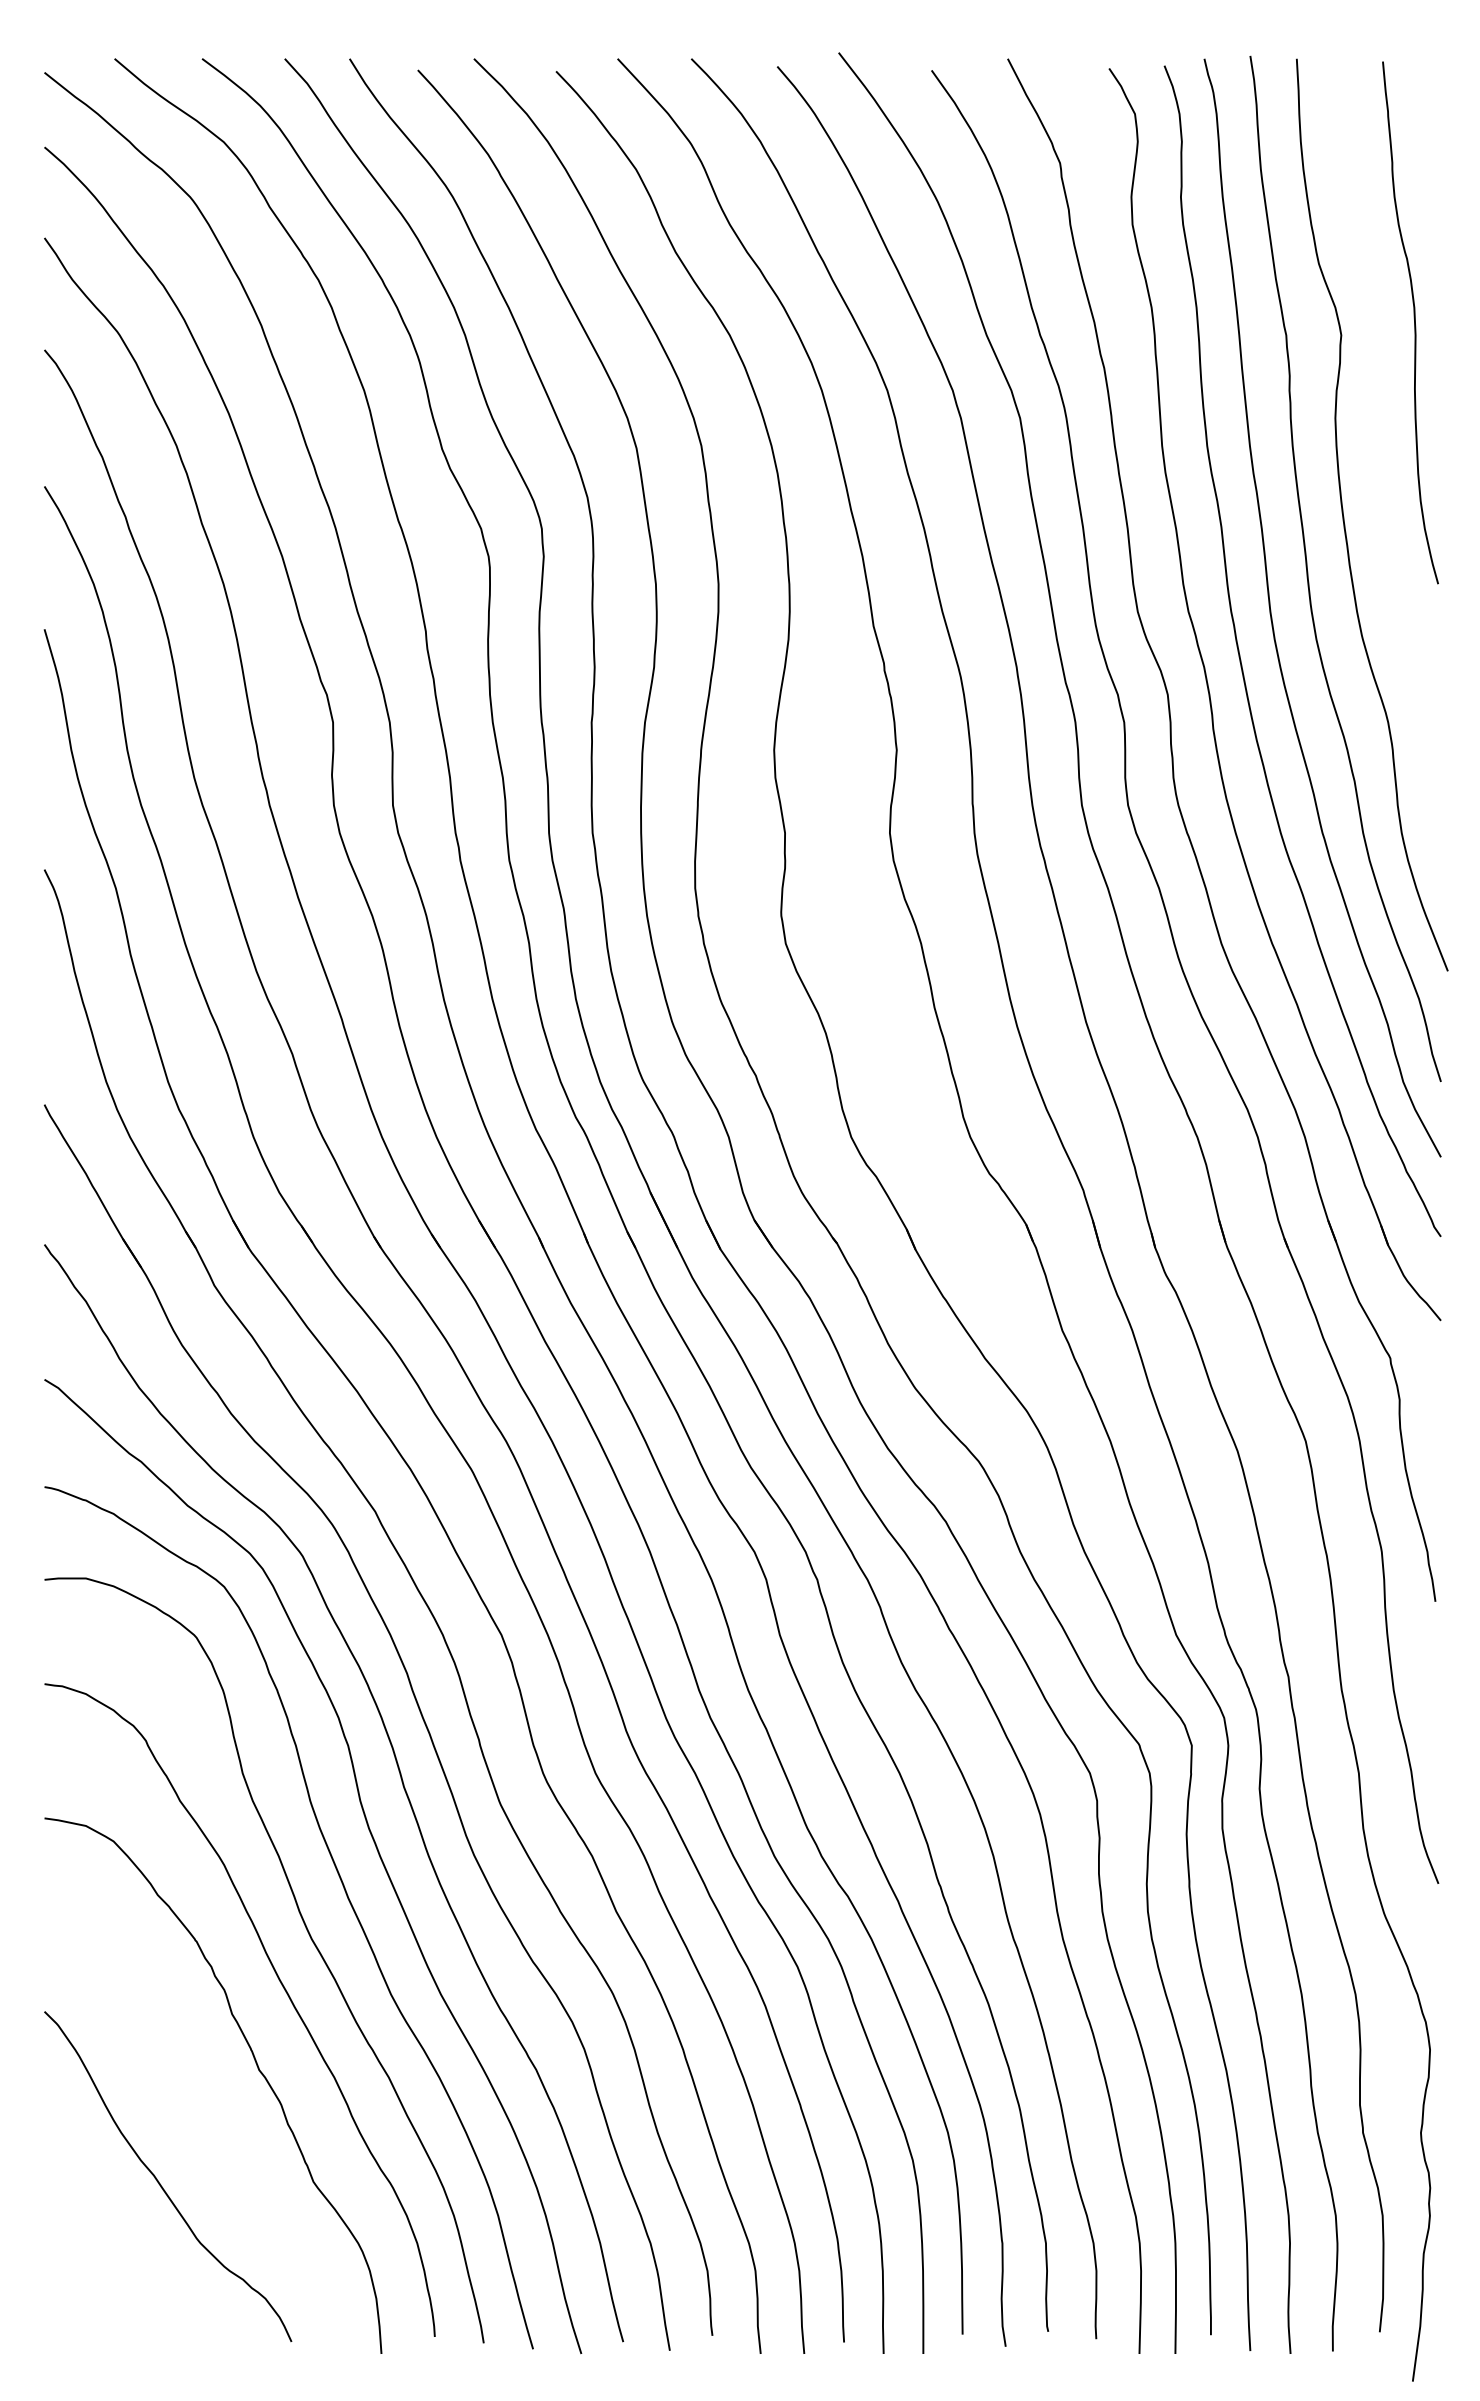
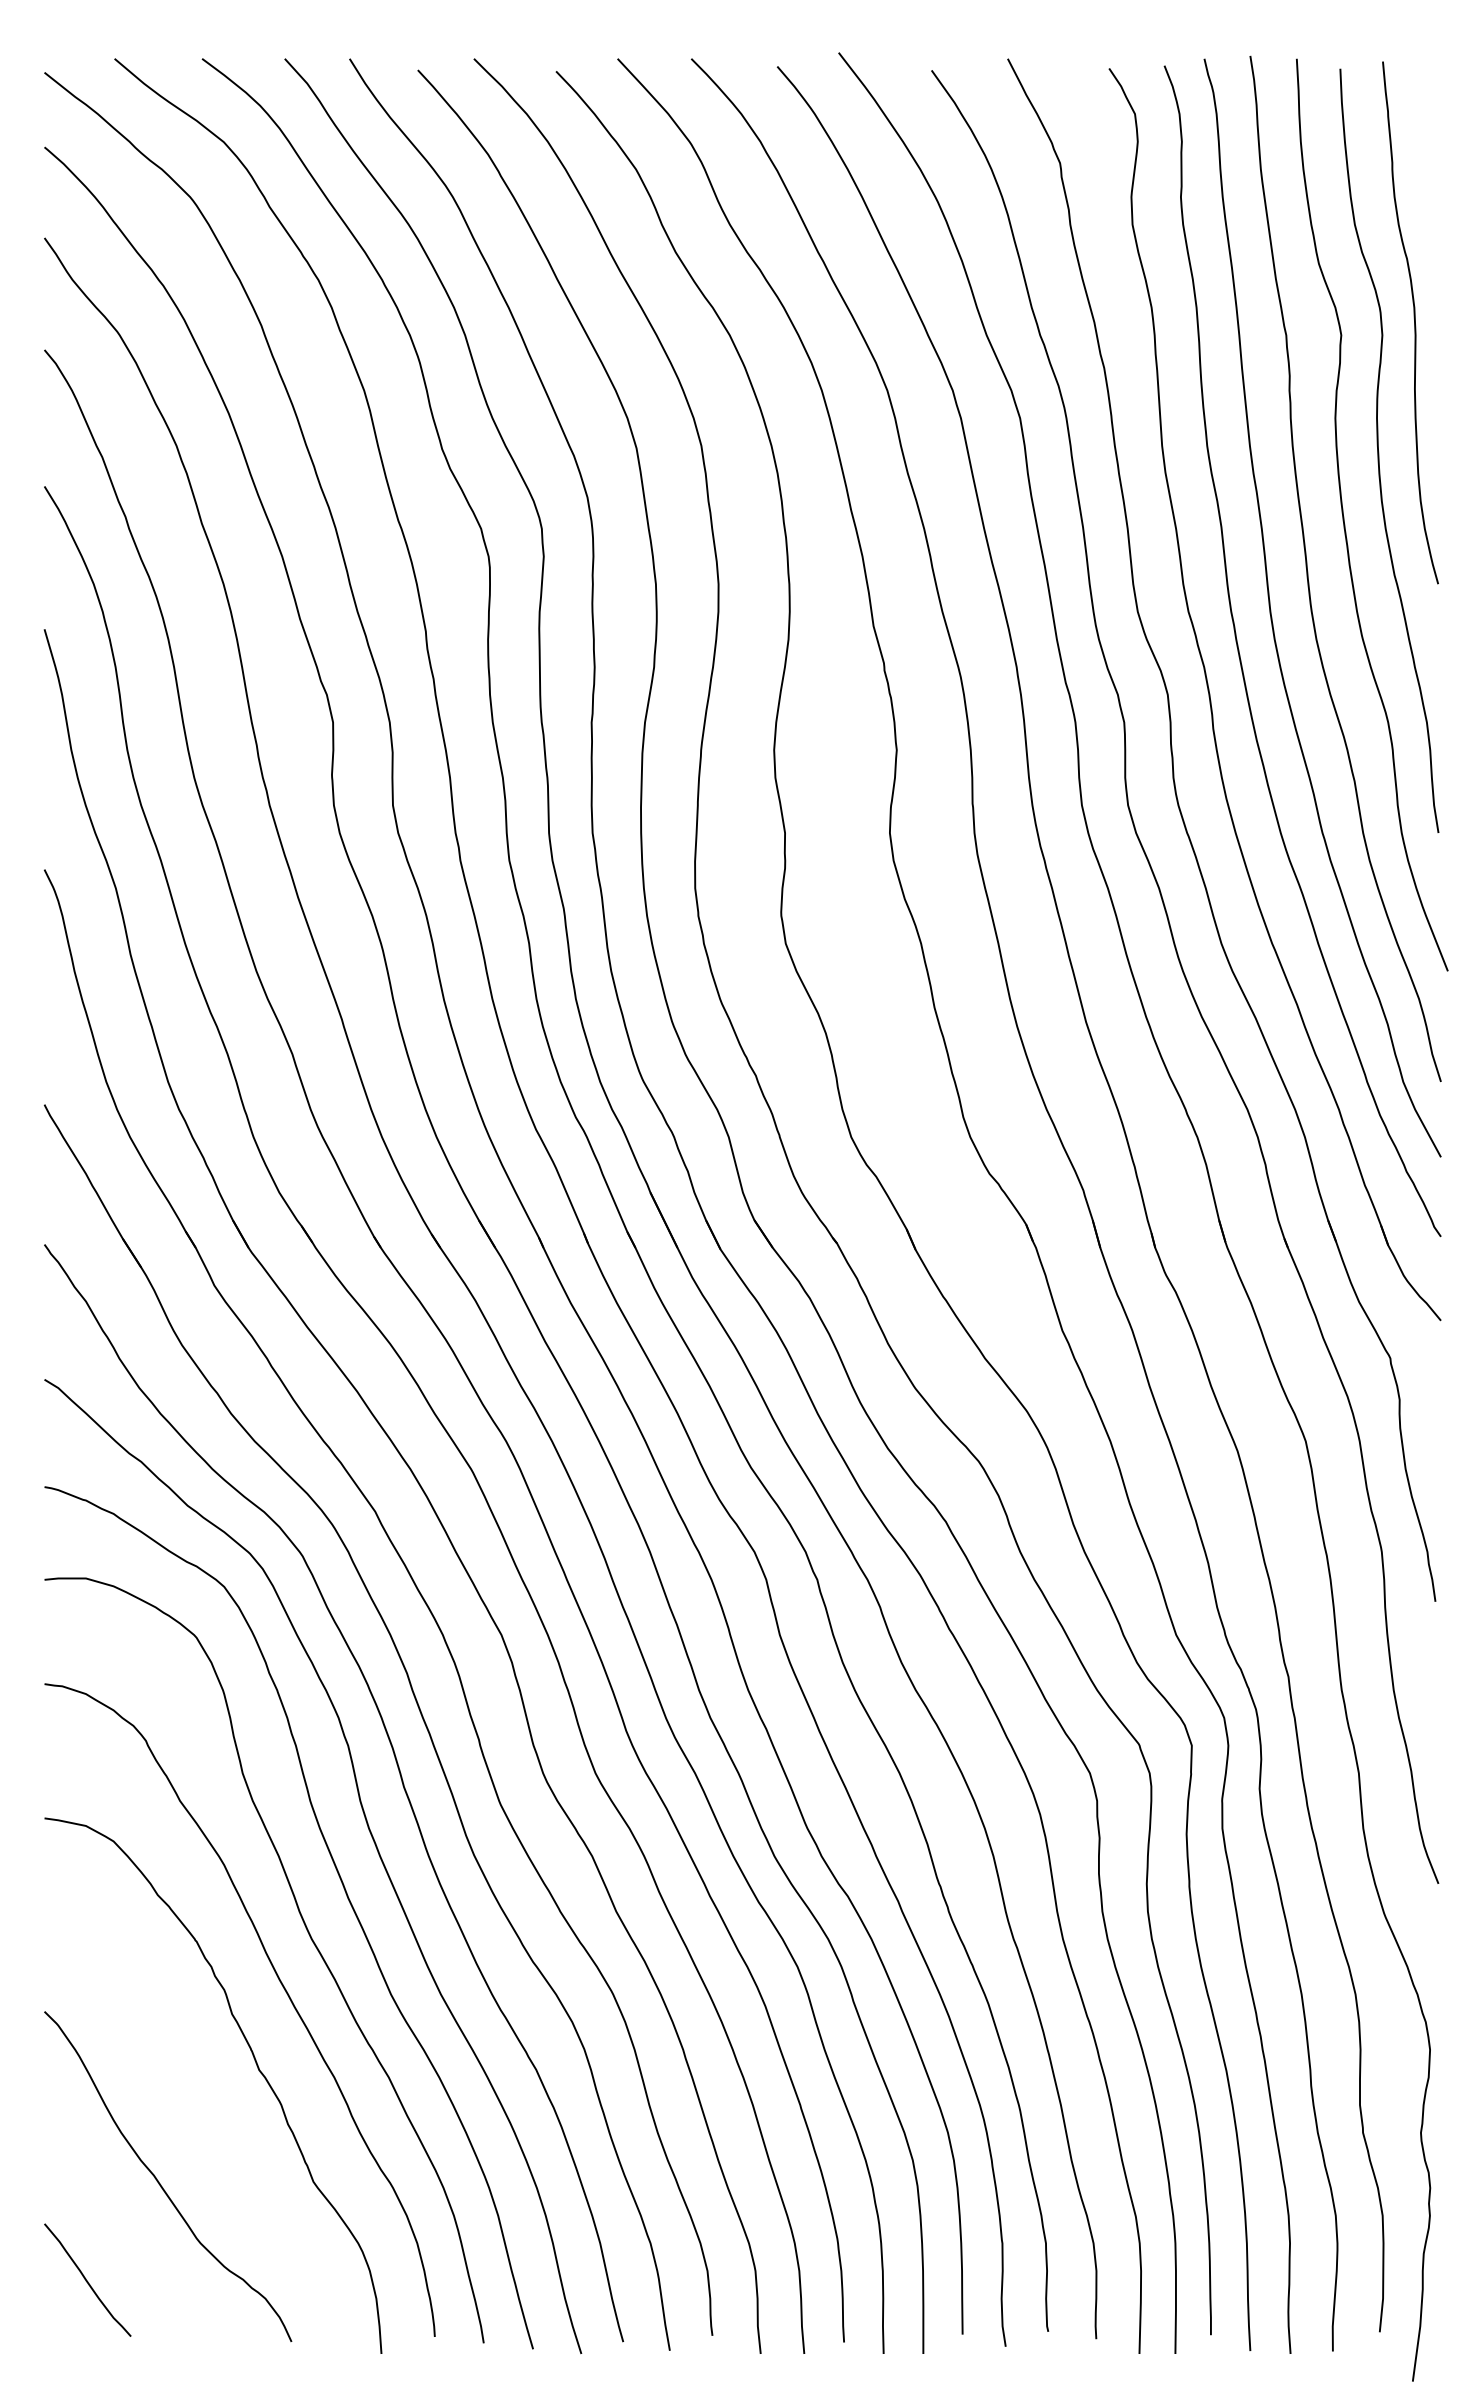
curve at (1379, 452): none -> present
curve at (86, 2279): none -> present
